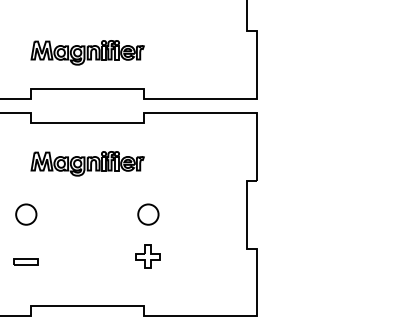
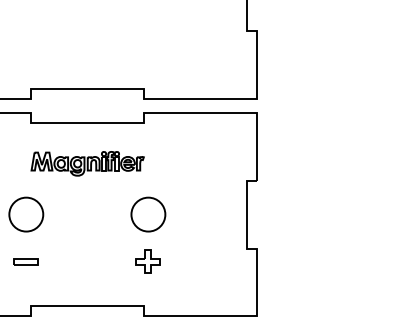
part at (87, 52): present -> none
circle at (26, 214) diameter: 20 px -> 34 px
circle at (148, 214) diameter: 20 px -> 34 px
part at (147, 256) position: (147, 256) -> (147, 261)
